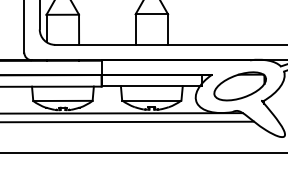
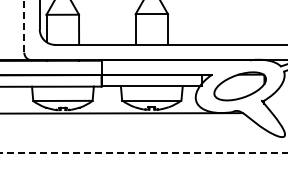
line at (24, 26): solid -> dashed
line at (128, 121): present -> none
line at (143, 153): solid -> dashed
